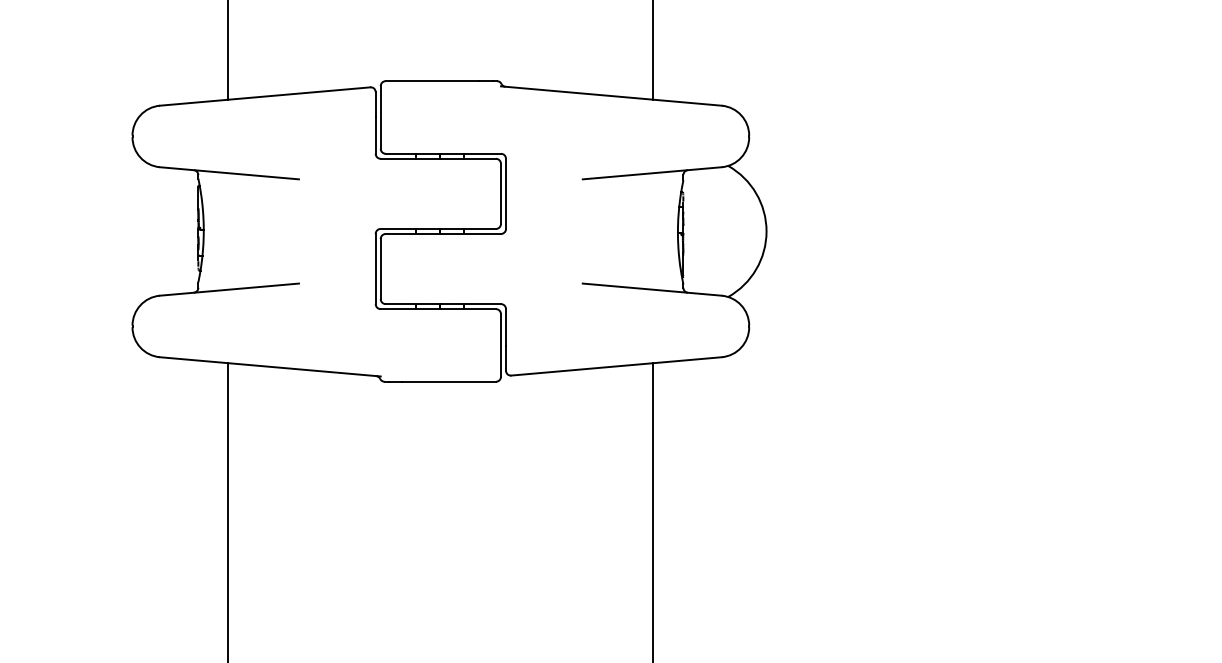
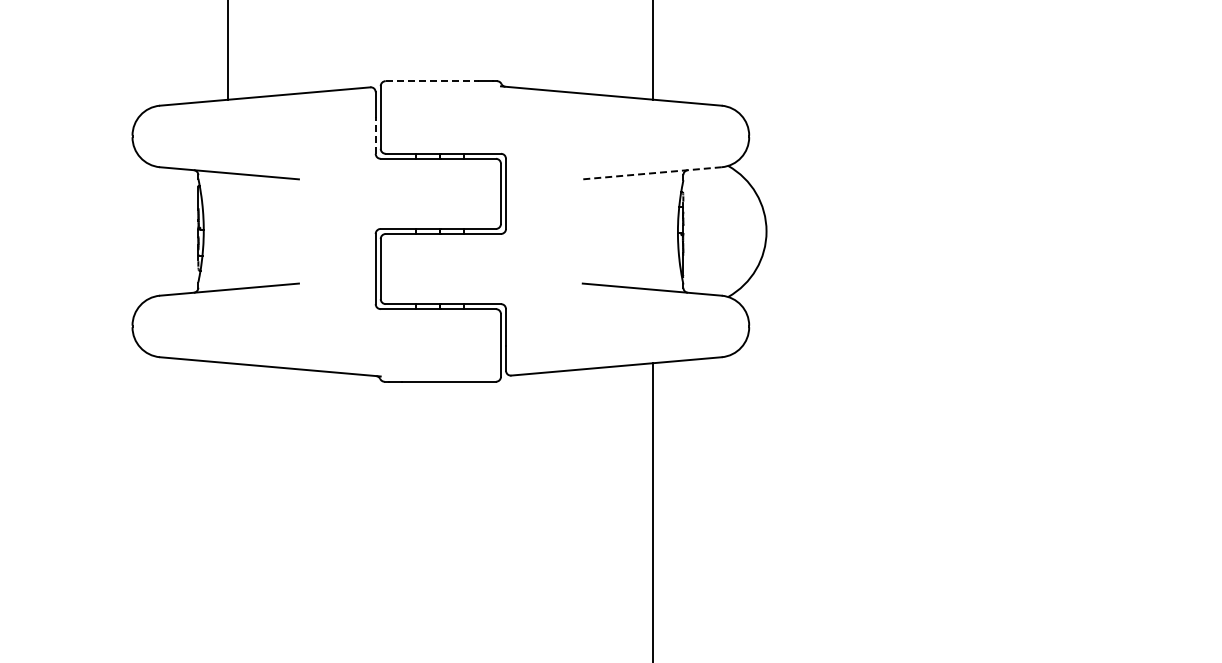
line at (432, 81): solid -> dashed
line at (375, 134): solid -> dashed
line at (652, 173): solid -> dashed
line at (228, 511): present -> none
